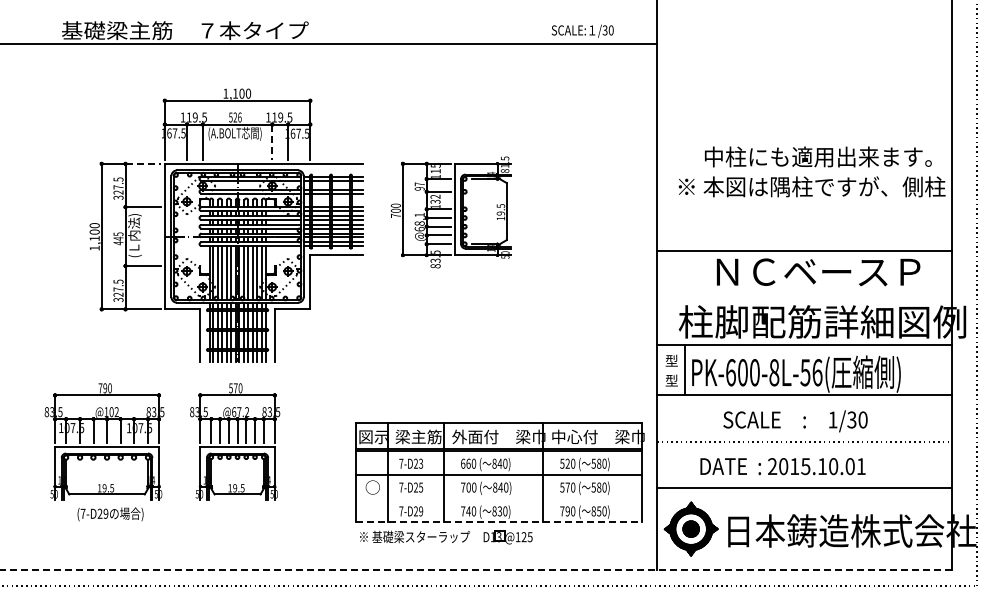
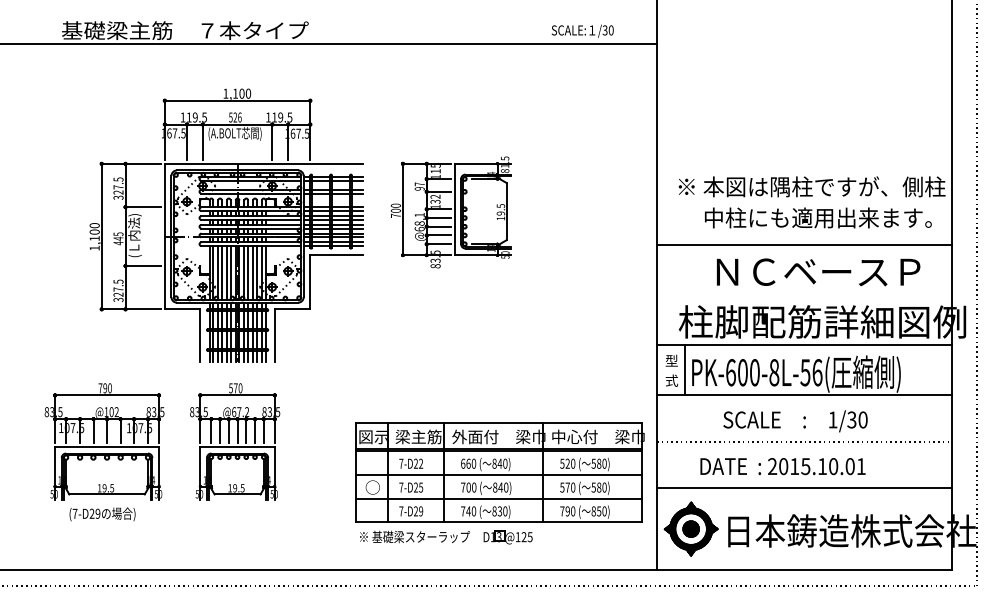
line at (272, 142): dashed -> solid
text at (818, 156) position: (818, 156) -> (818, 217)
line at (143, 163): dashed -> solid
line at (804, 250) position: (804, 250) -> (804, 244)
text at (671, 380): 型 -> 式
text at (421, 464): 7-D23 -> 7-D22
line at (499, 498): none -> present
text at (110, 514) position: (110, 514) -> (102, 514)
line at (499, 522): dashed -> solid
line at (476, 569): dashed -> solid
